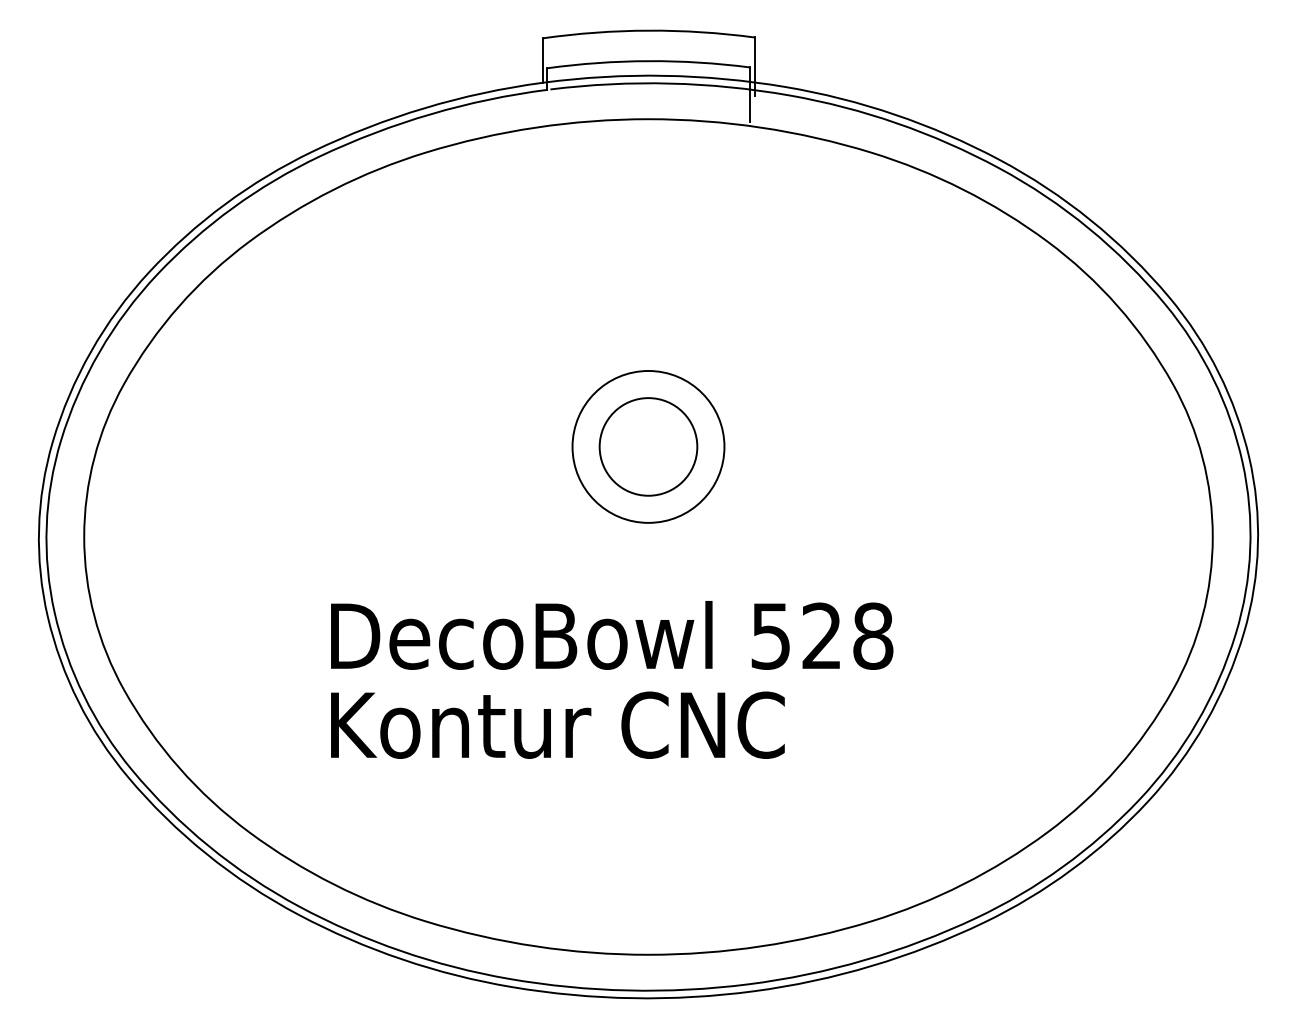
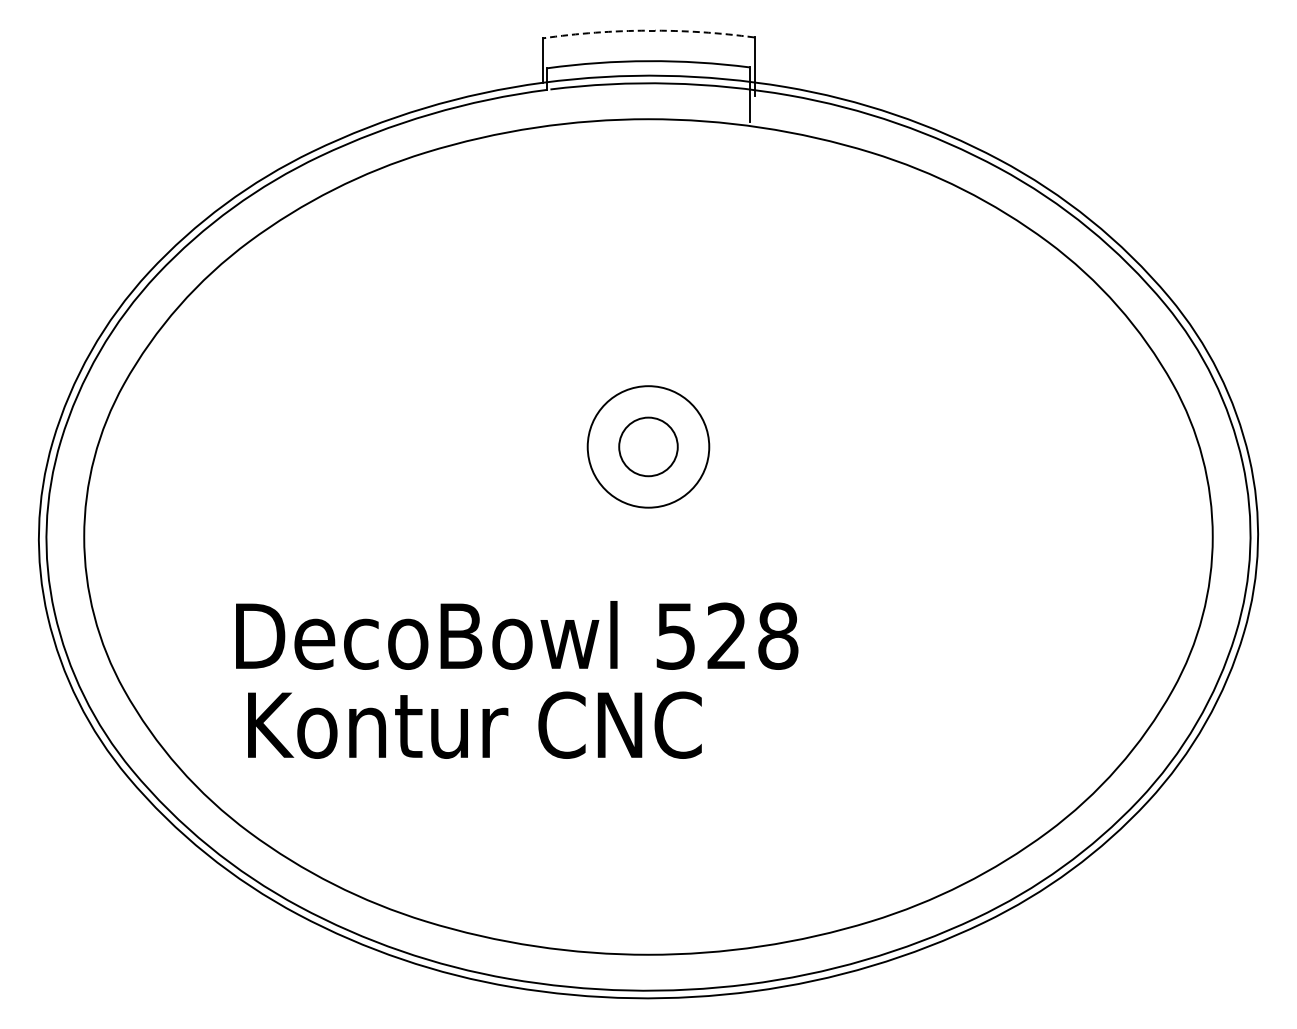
arc at (648, 30): solid -> dashed
circle at (648, 446) diameter: 152 px -> 122 px
circle at (648, 446) diameter: 98 px -> 59 px
text at (612, 635) position: (612, 635) -> (517, 635)
text at (557, 724) position: (557, 724) -> (474, 724)
